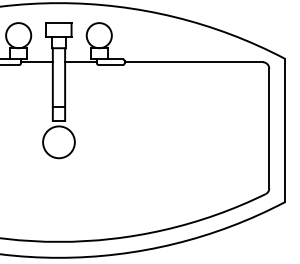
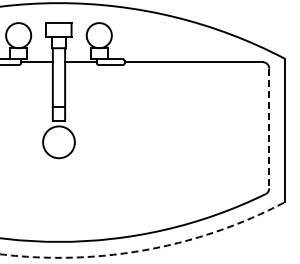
line at (269, 128): solid -> dashed
arc at (146, 249): solid -> dashed
